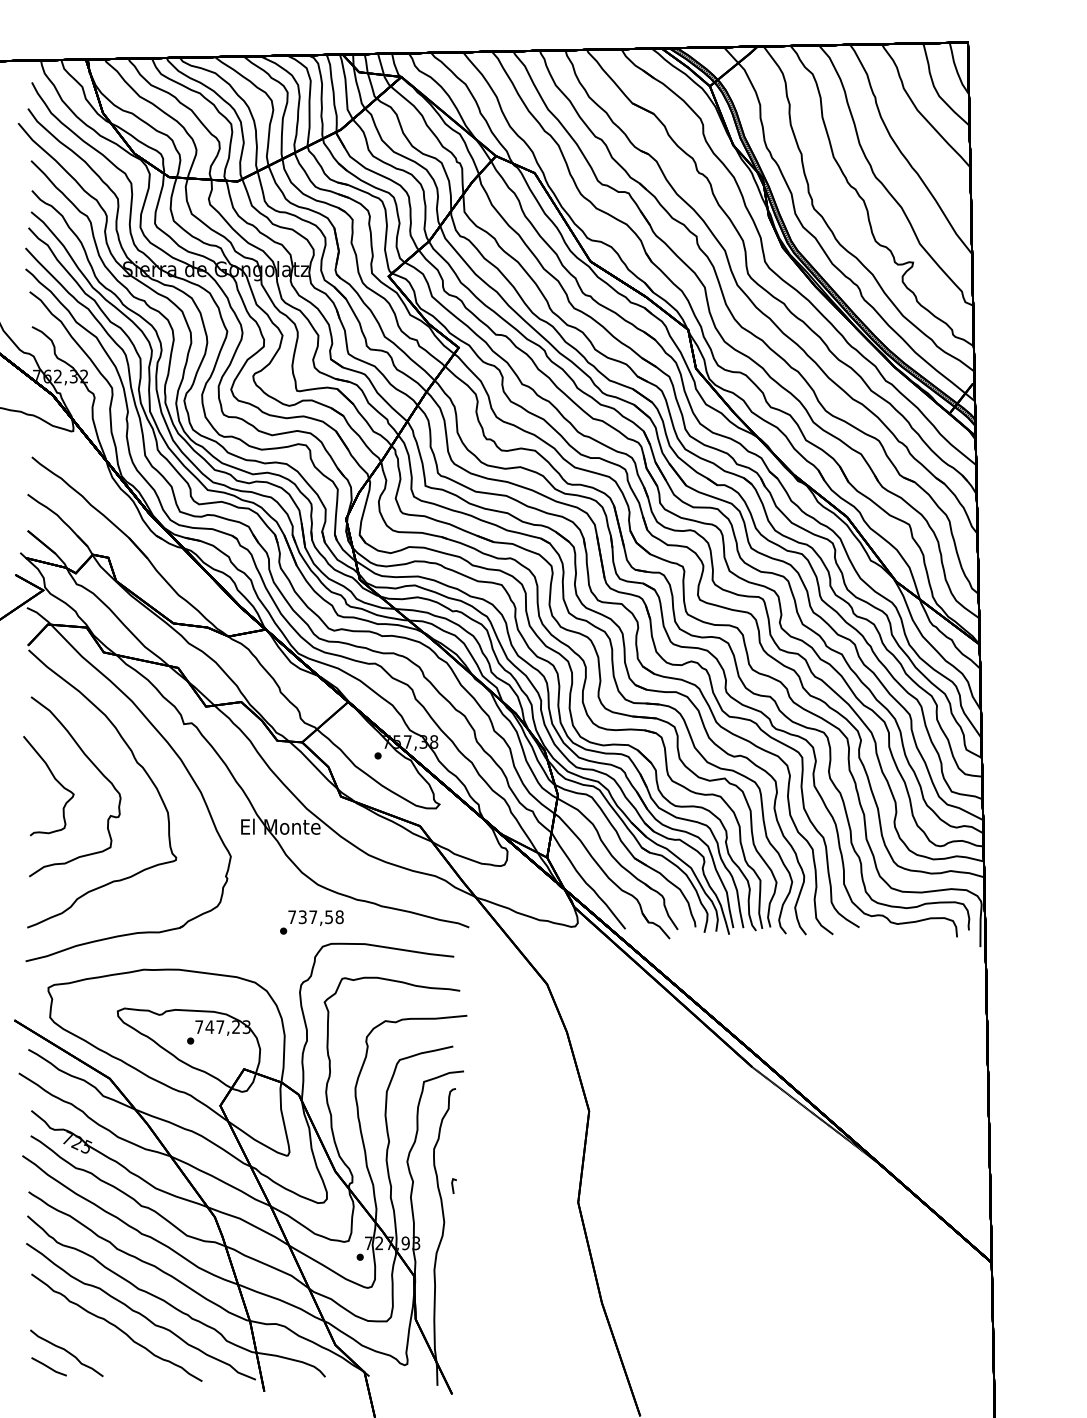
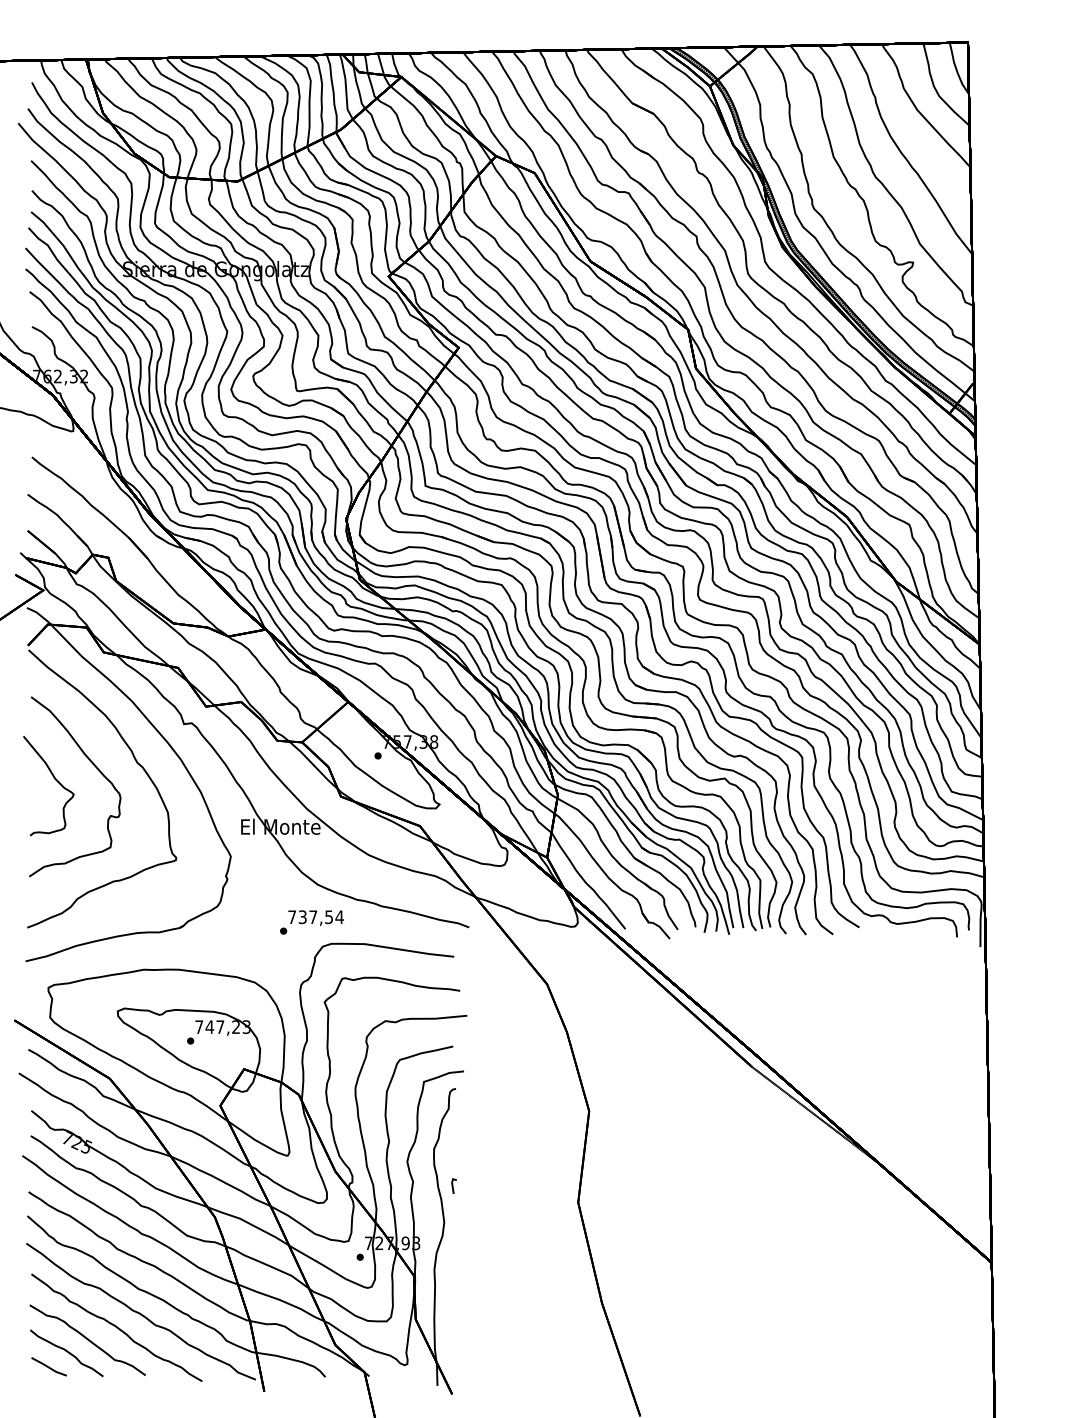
text at (339, 917): 737,58 -> 737,54
part at (87, 1339): none -> present
